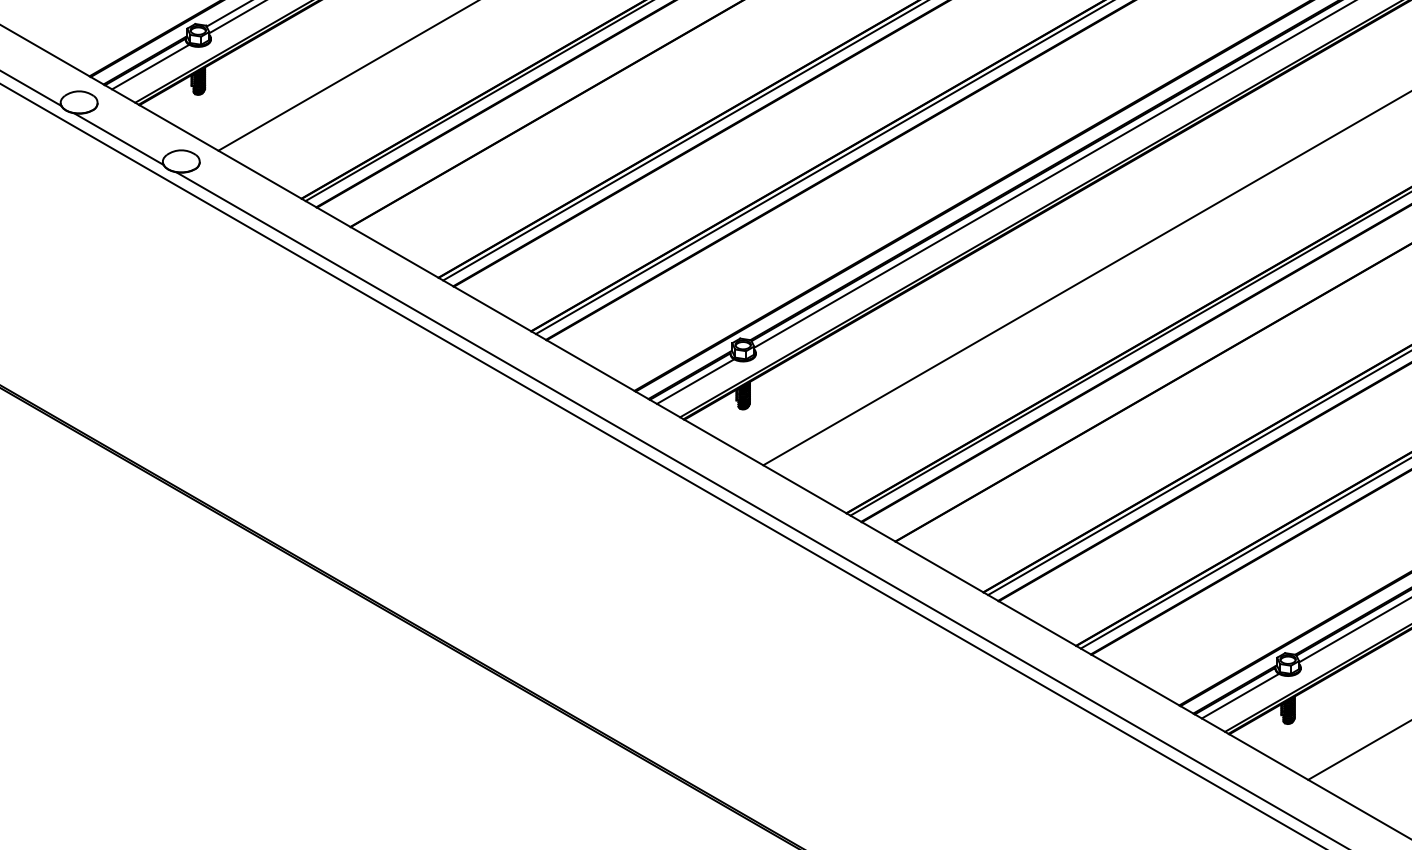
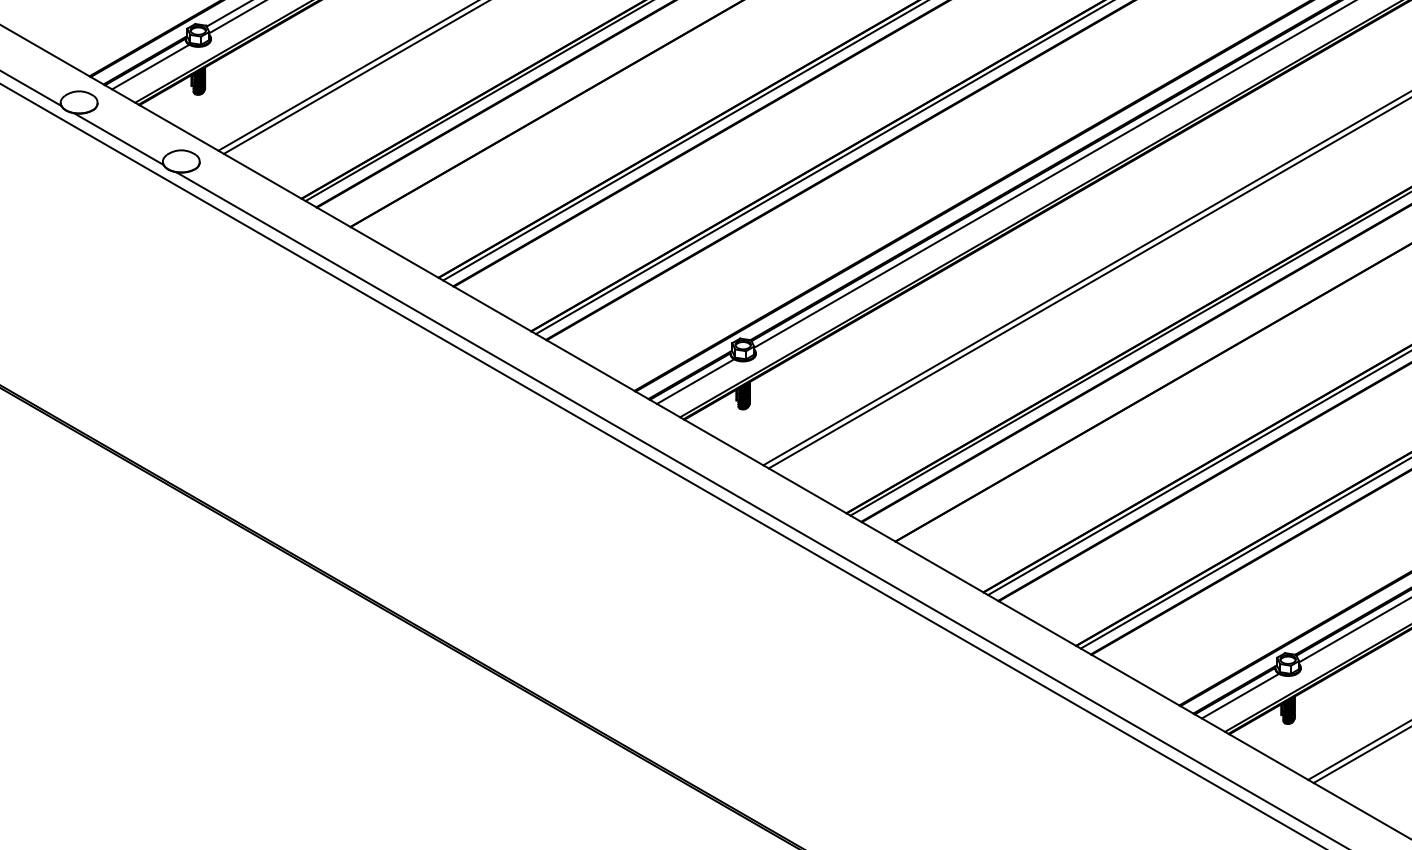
line at (354, 77): none -> present
line at (1088, 283): none -> present
line at (1360, 755): none -> present
